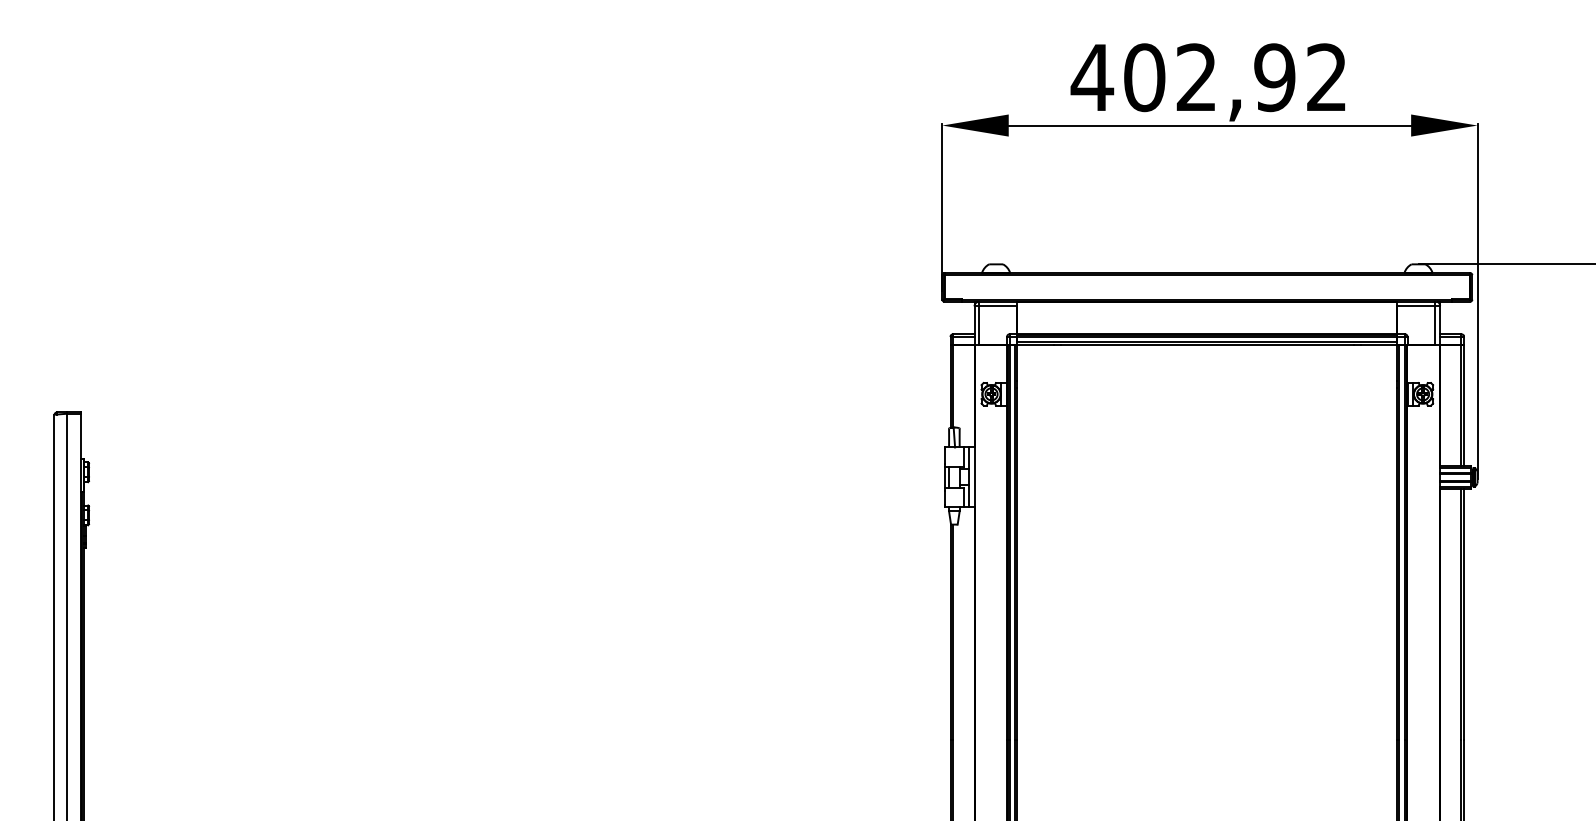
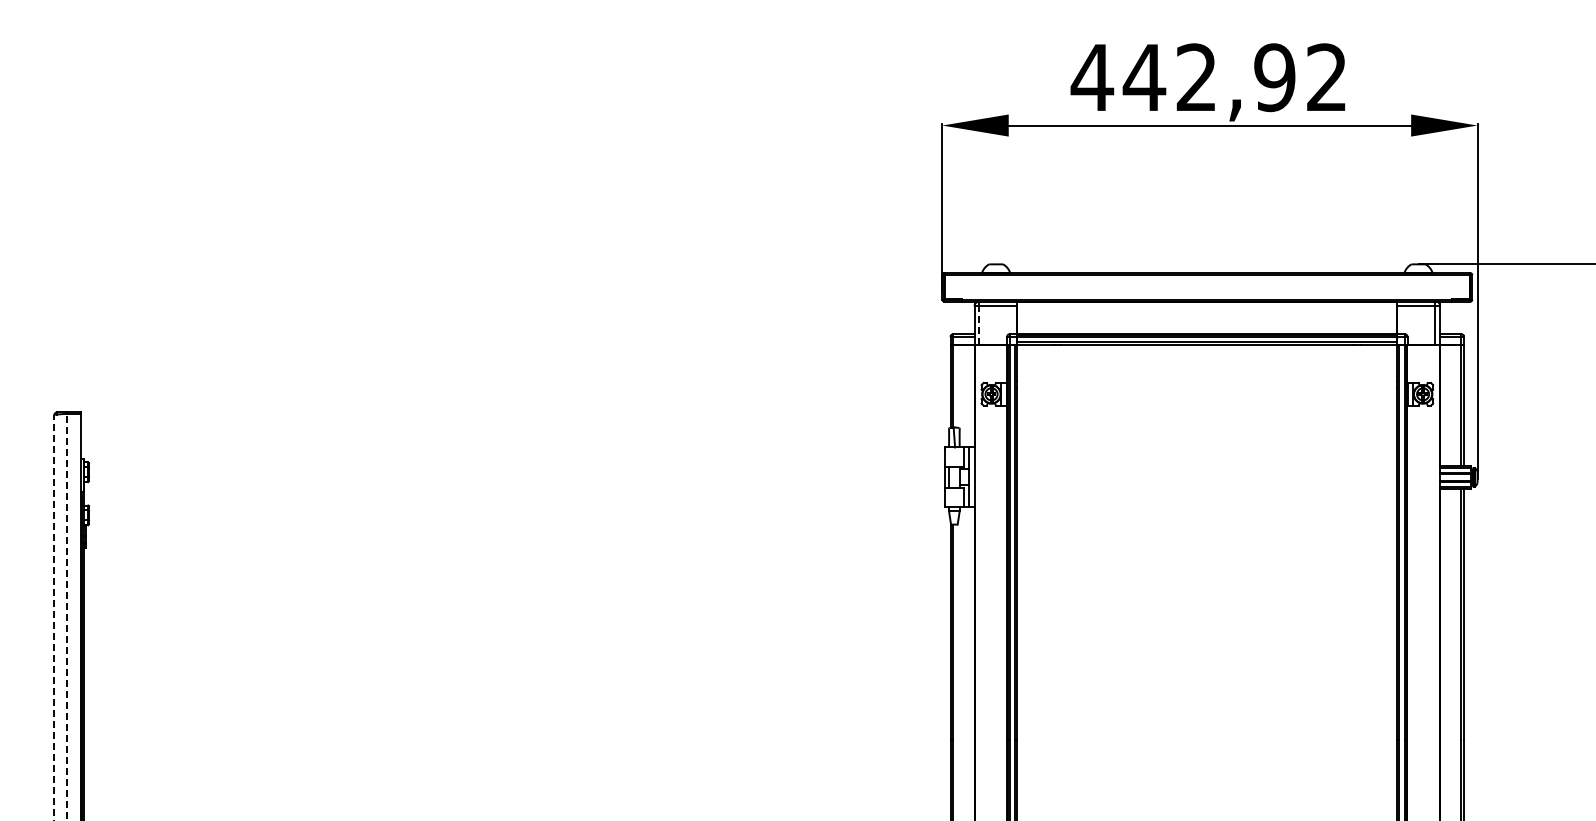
text at (1144, 77): 402,92 -> 442,92
line at (979, 324): solid -> dashed
line at (67, 616): solid -> dashed
line at (54, 617): solid -> dashed
